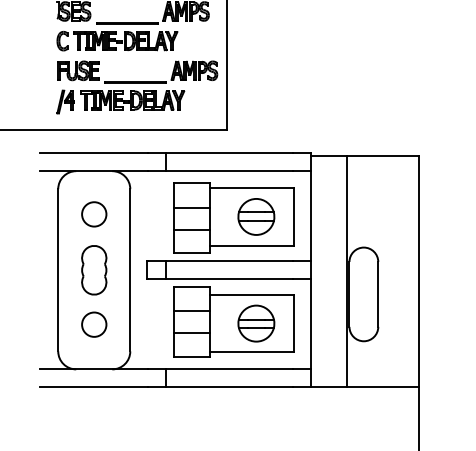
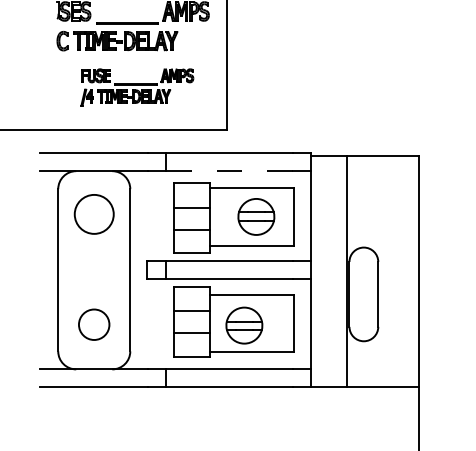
part at (137, 87) size: 163x55 px -> 115x39 px
line at (229, 171): solid -> dashed
circle at (94, 214) diameter: 24 px -> 39 px
part at (94, 270): present -> none
part at (256, 323) position: (256, 323) -> (244, 325)
circle at (94, 324) size: 27x27 px -> 33x33 px
